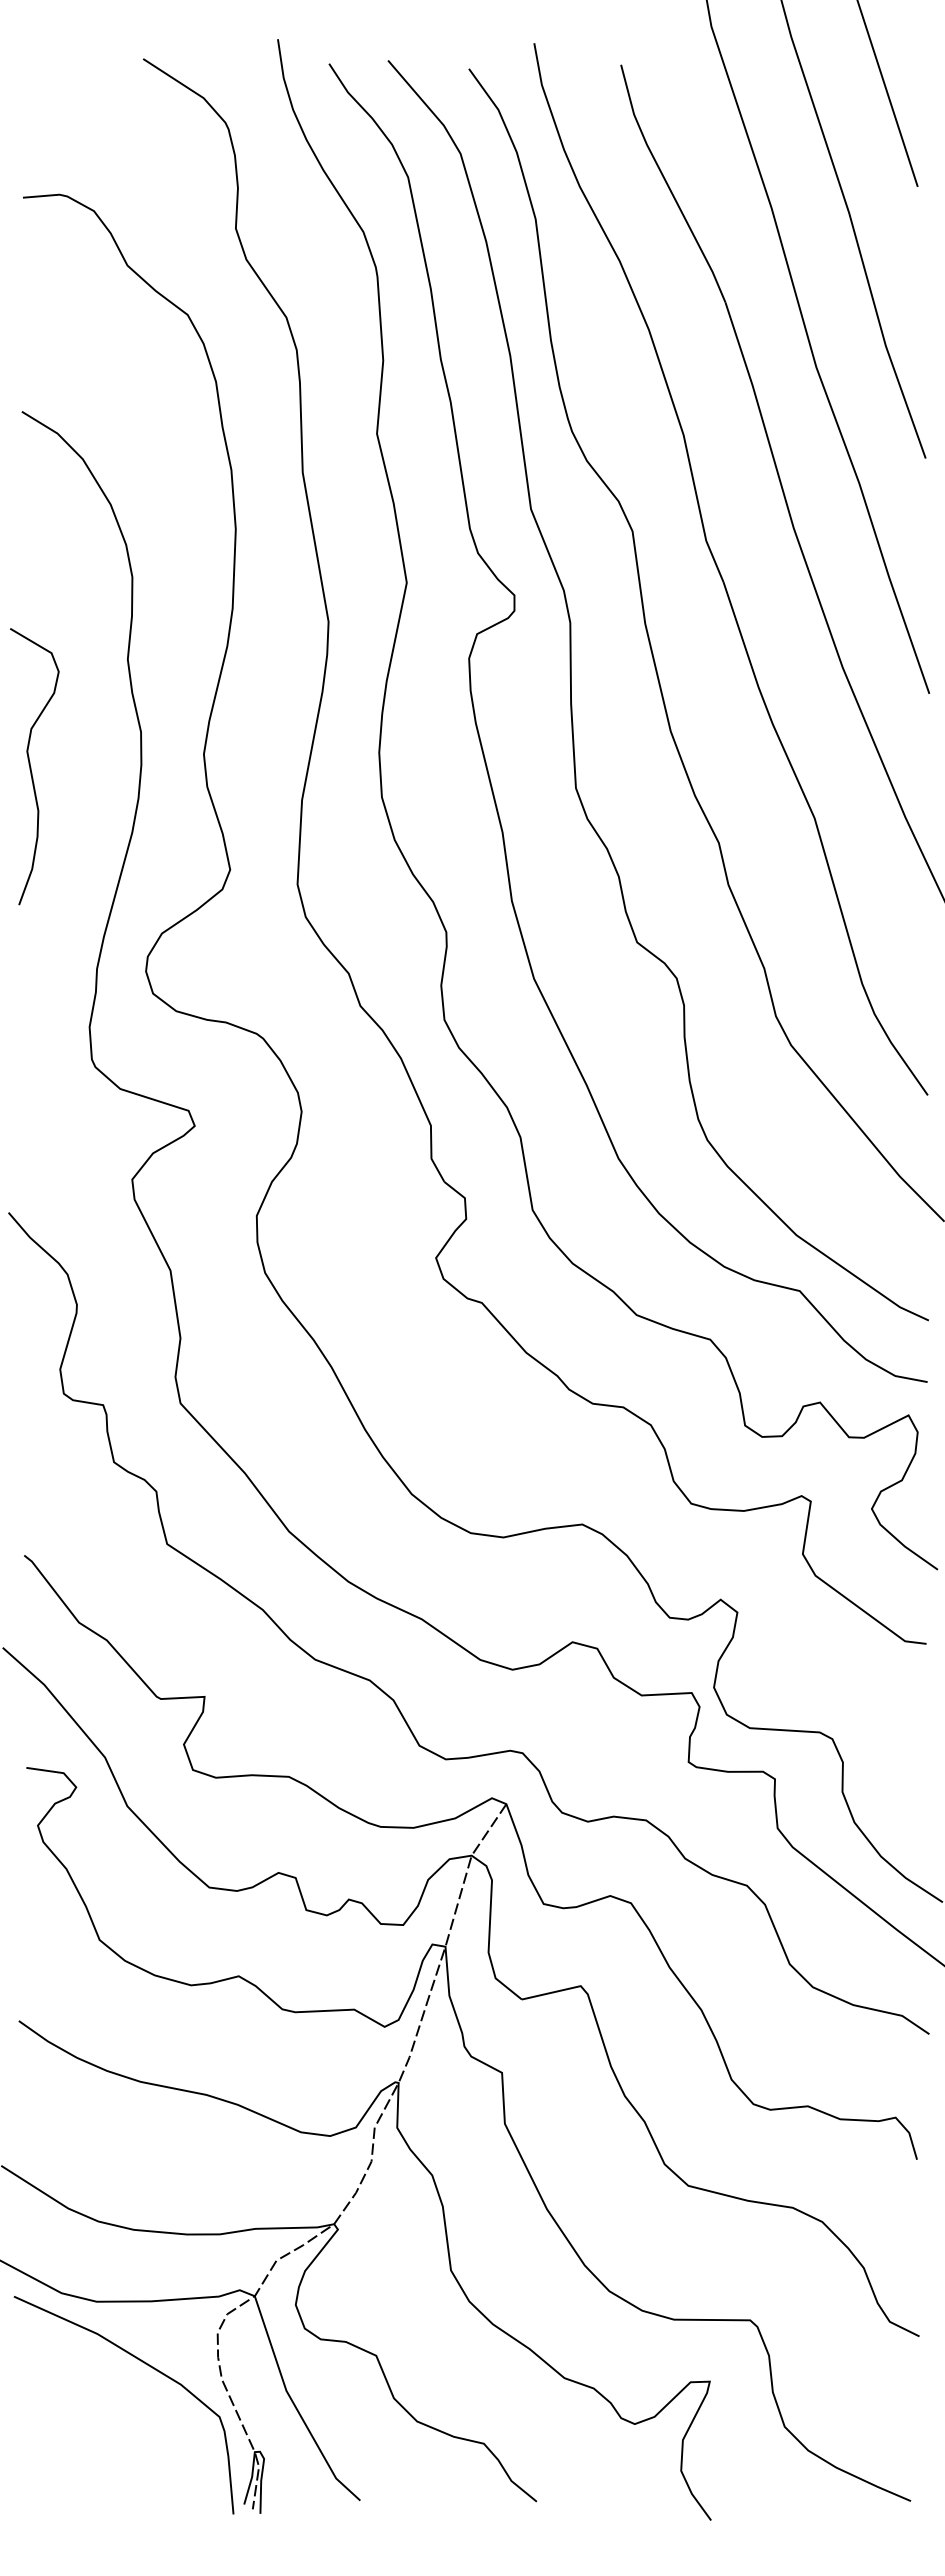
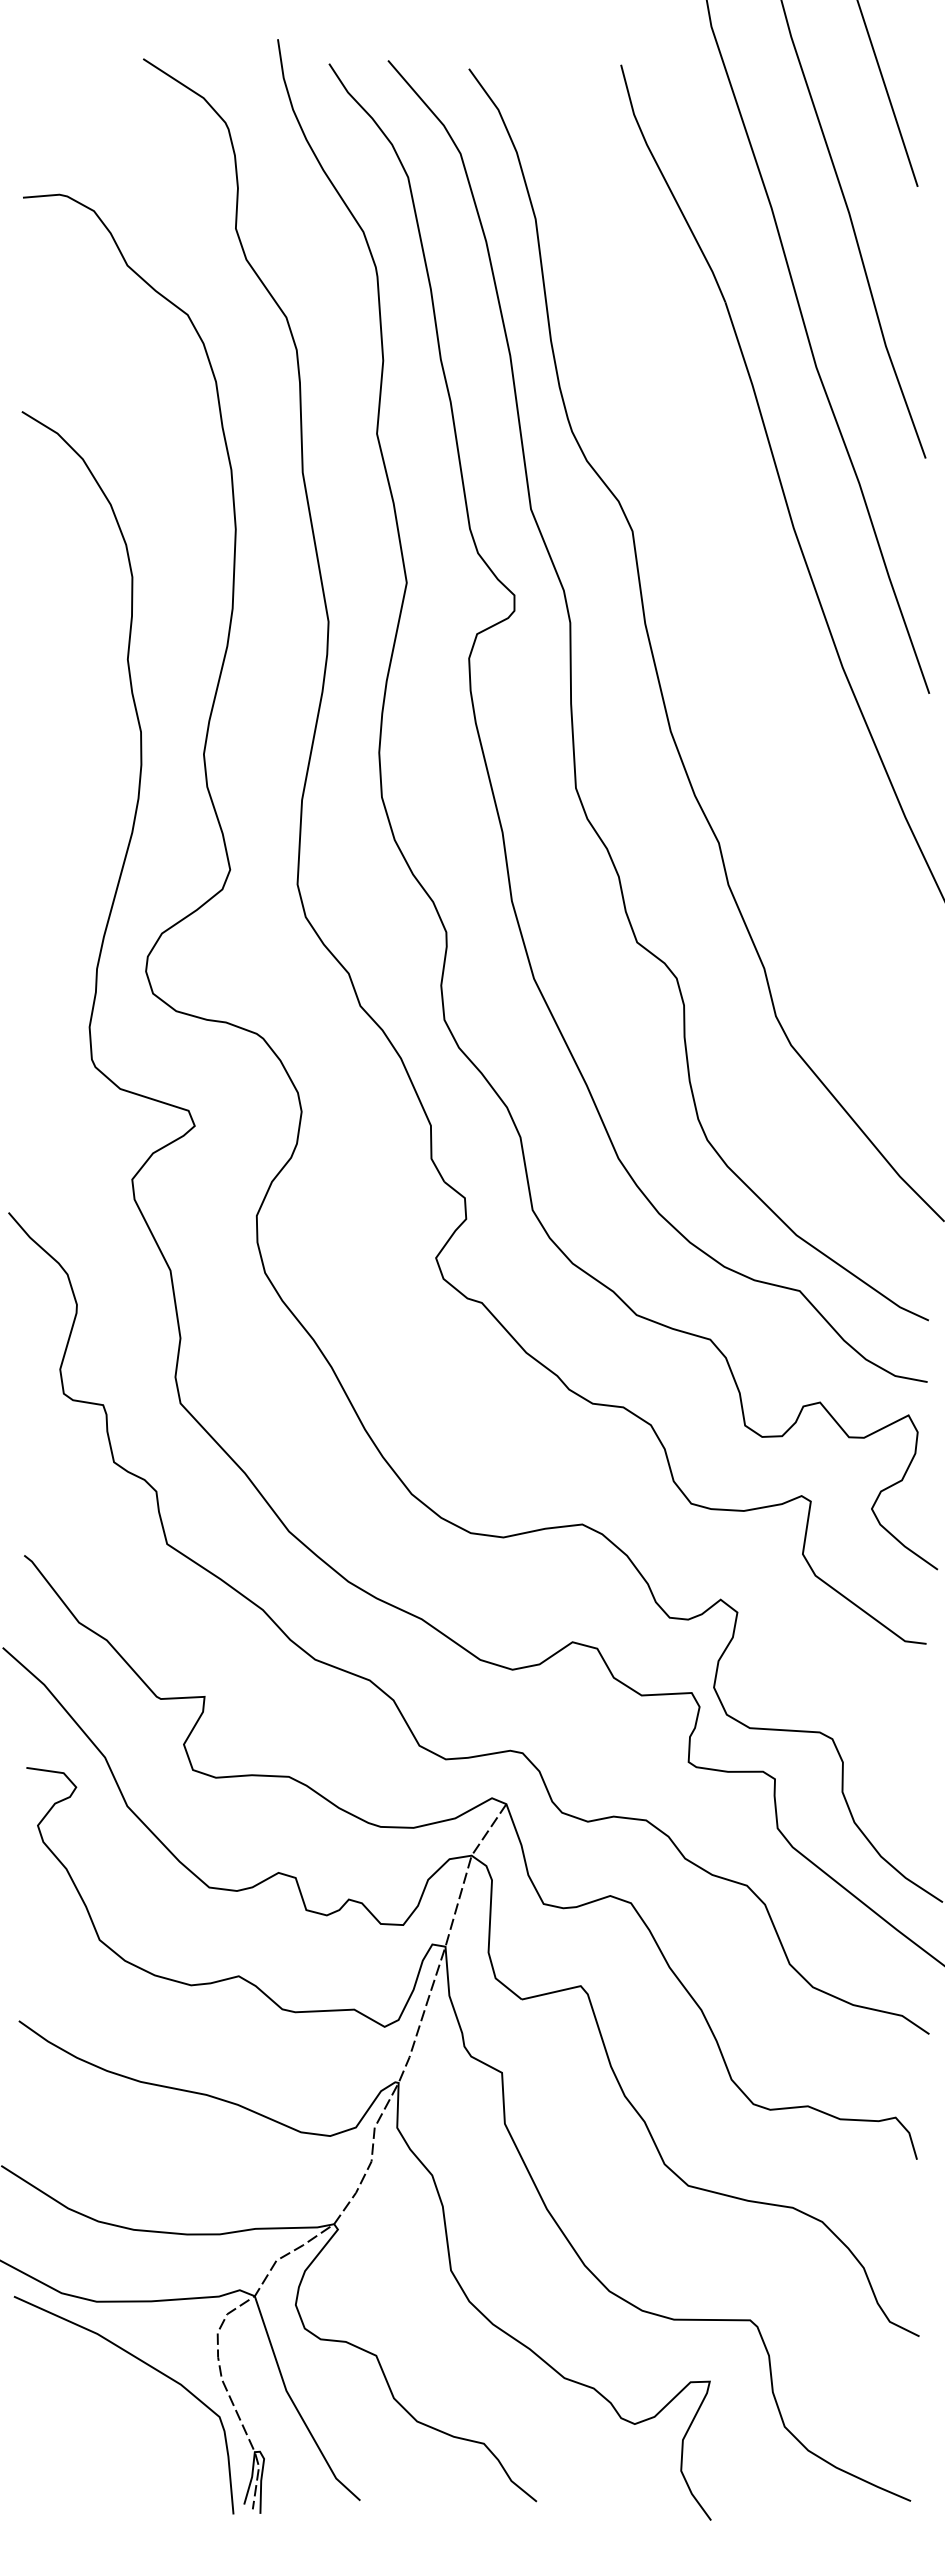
part at (720, 571): present -> none
curve at (31, 767): present -> none
